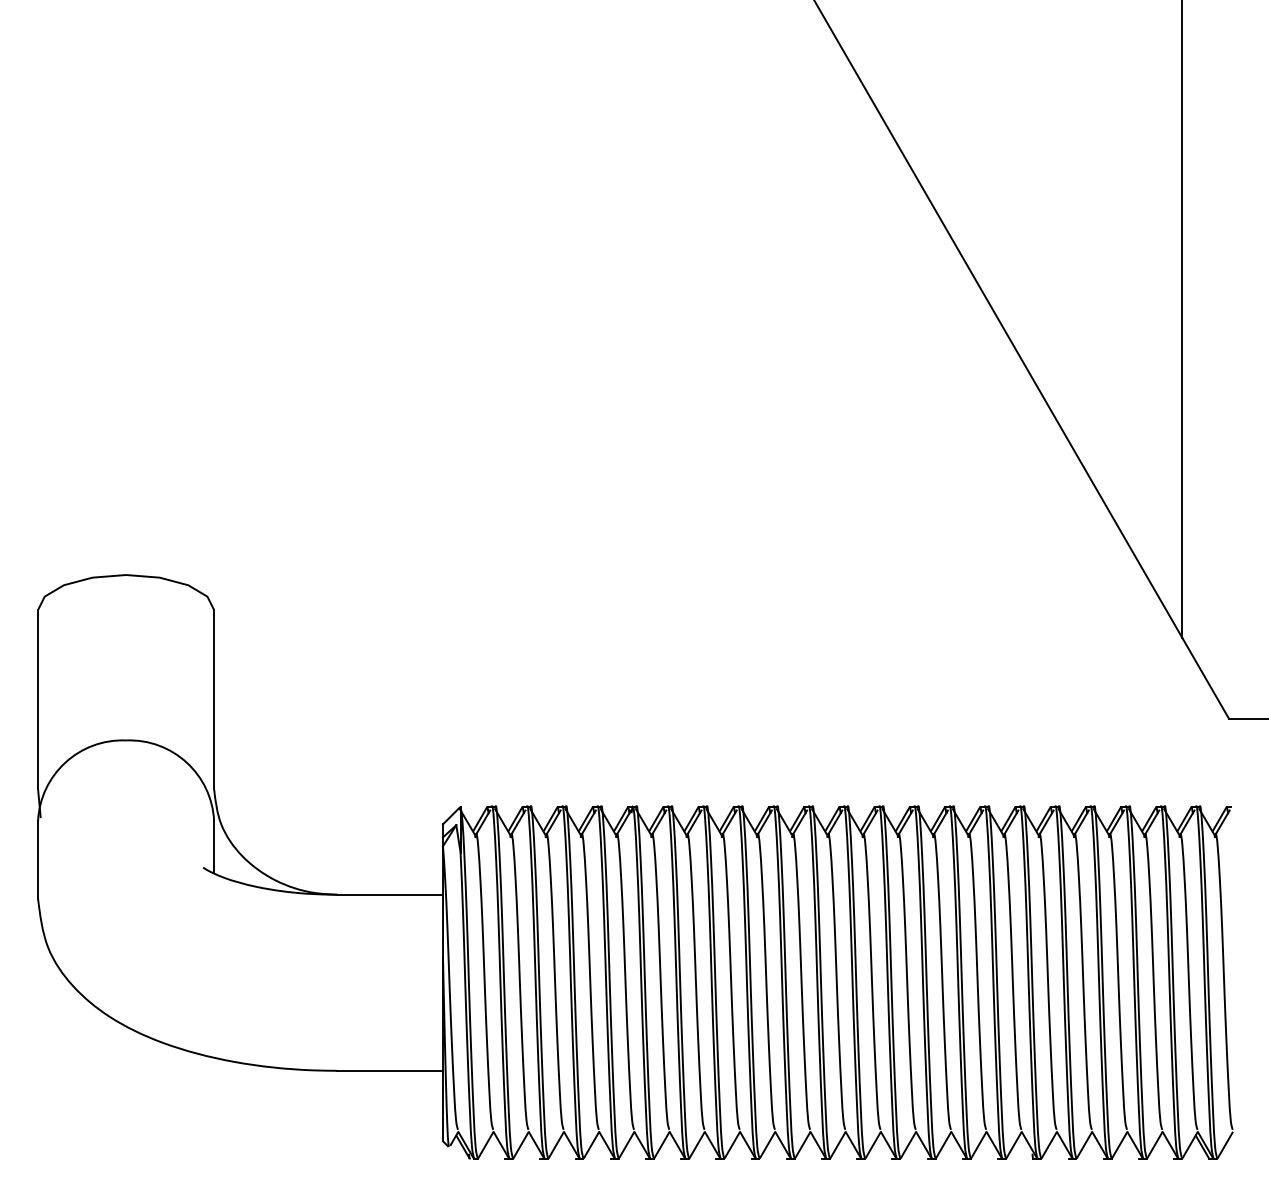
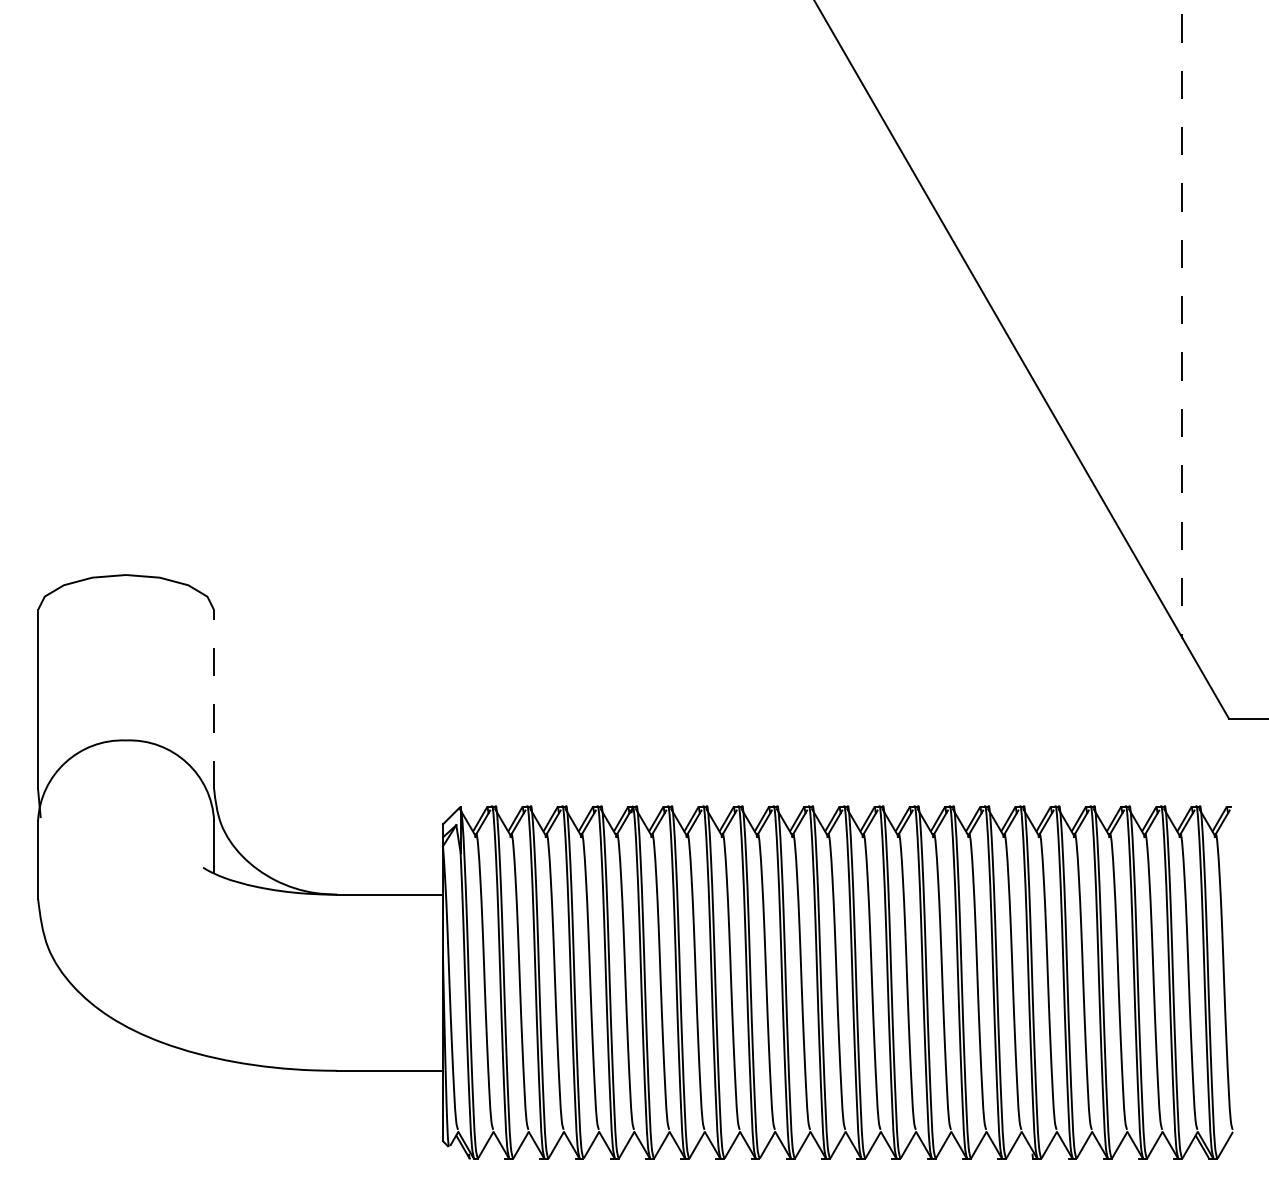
line at (1182, 319): solid -> dashed
line at (214, 699): solid -> dashed
